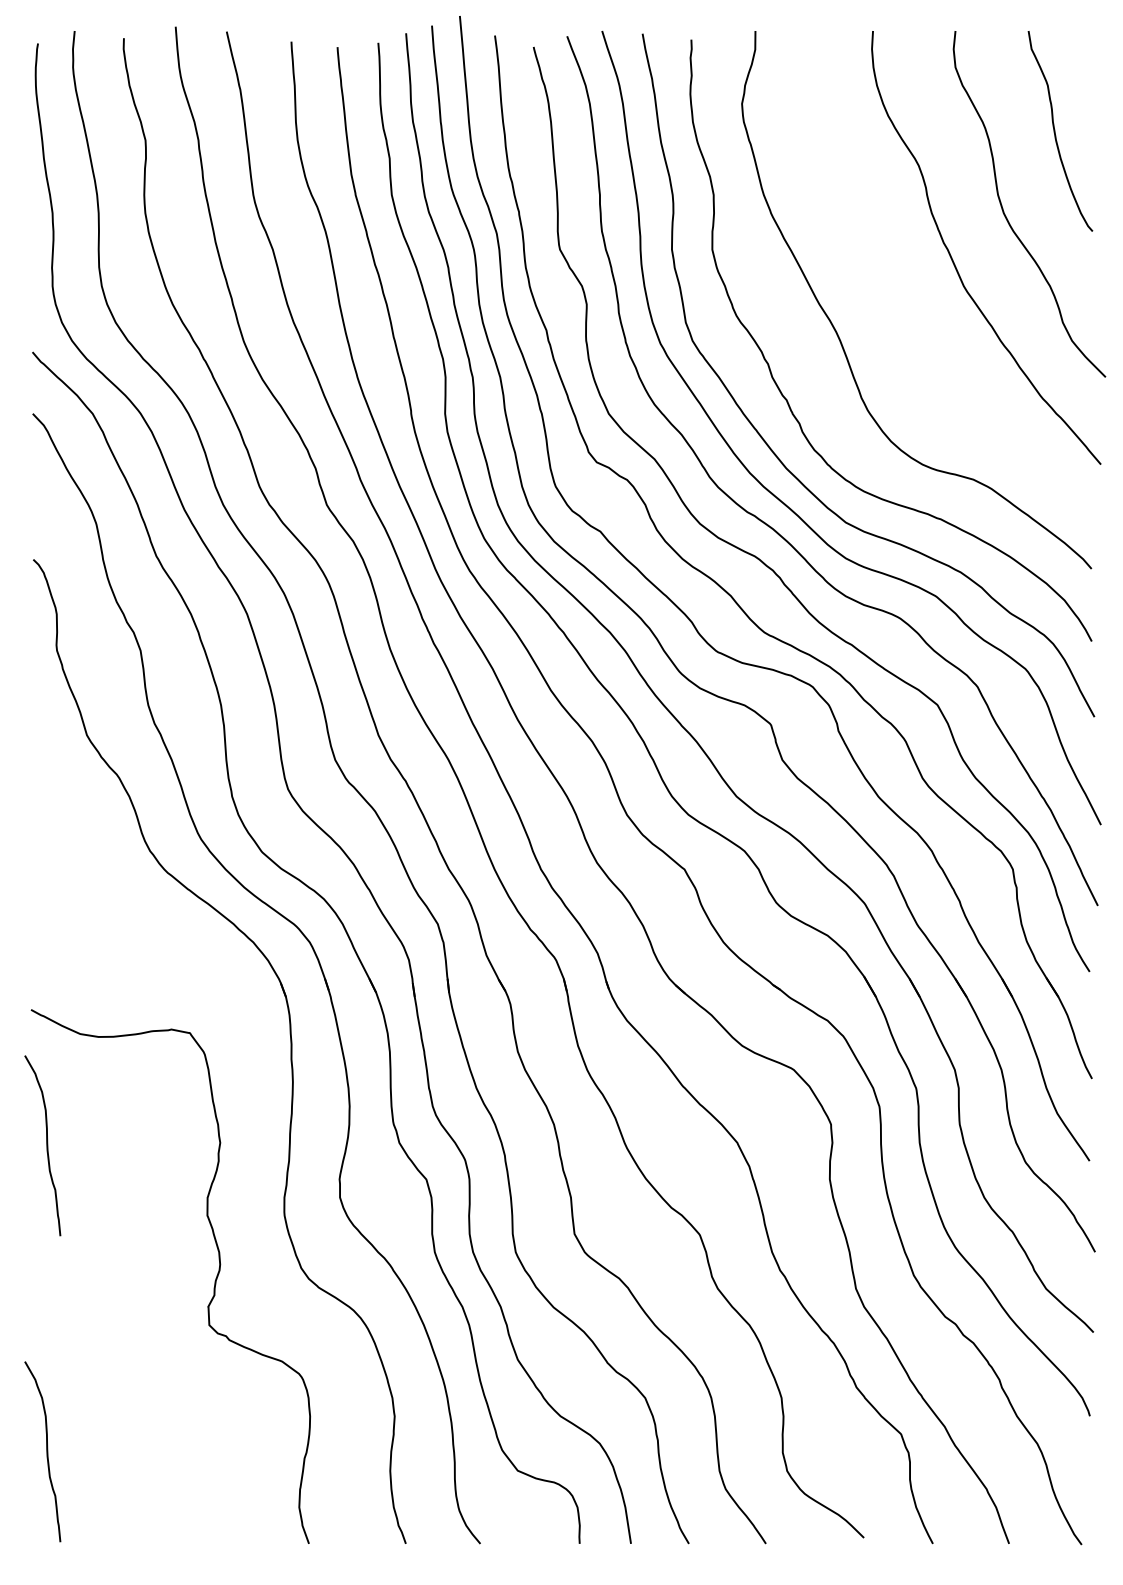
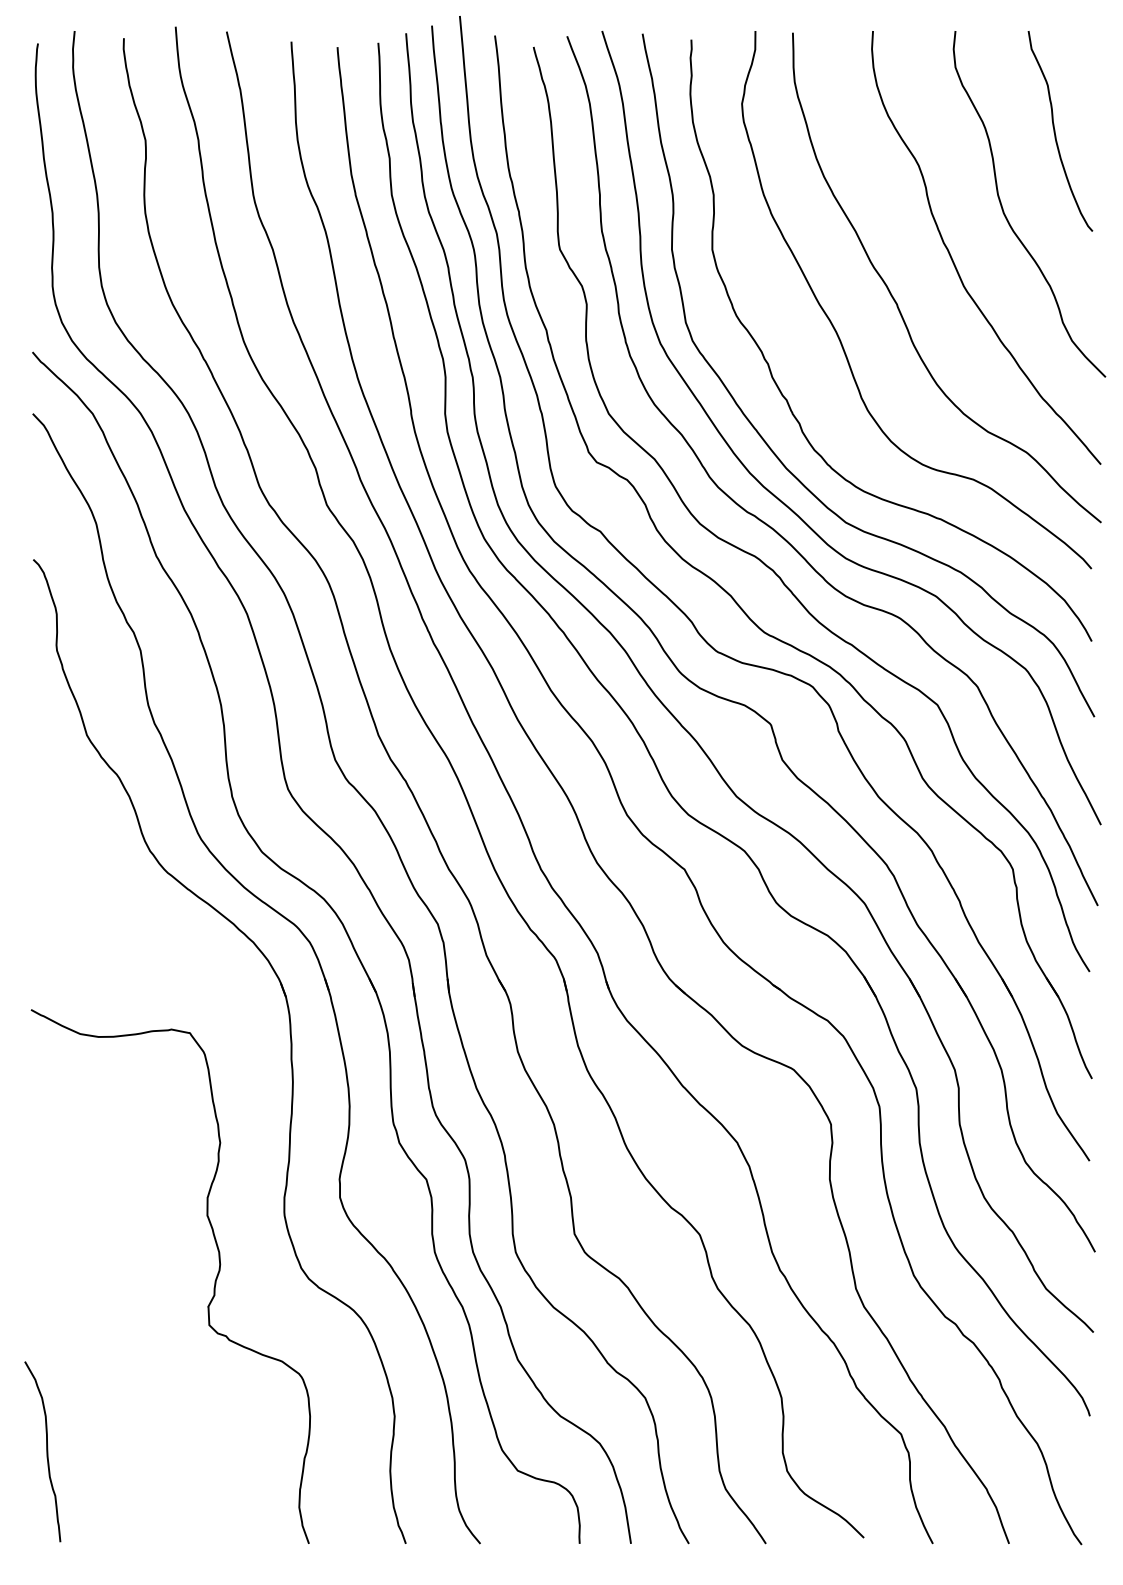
curve at (896, 301): none -> present
curve at (46, 1145): present -> none
